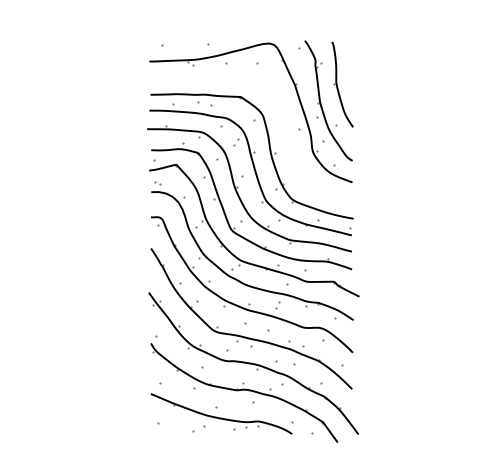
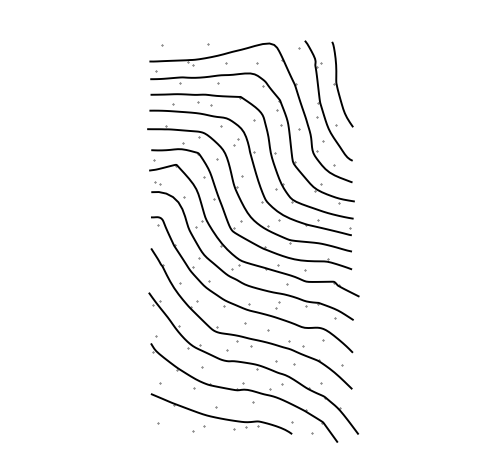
part at (280, 125): none -> present
